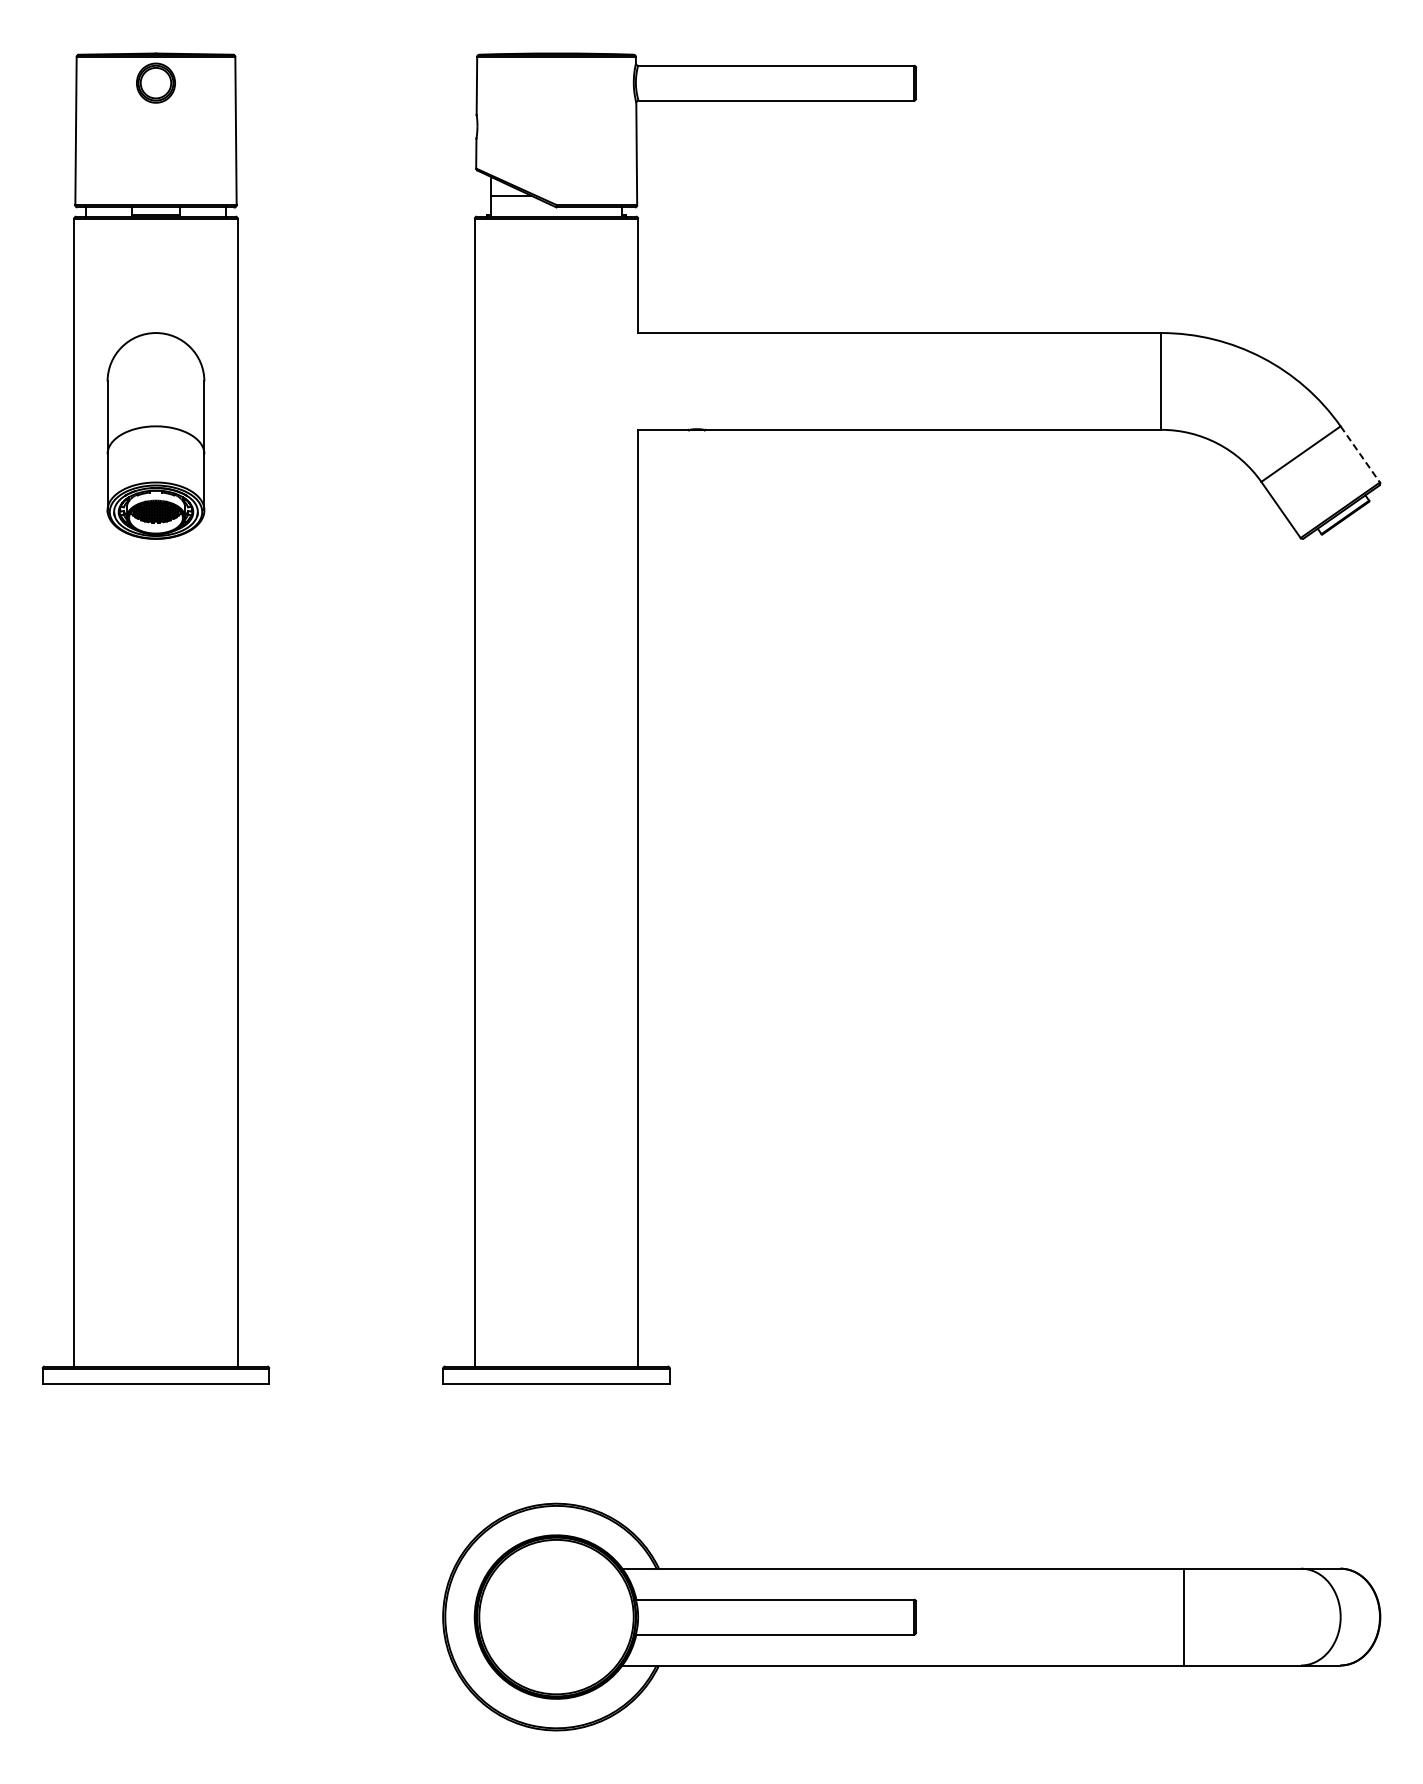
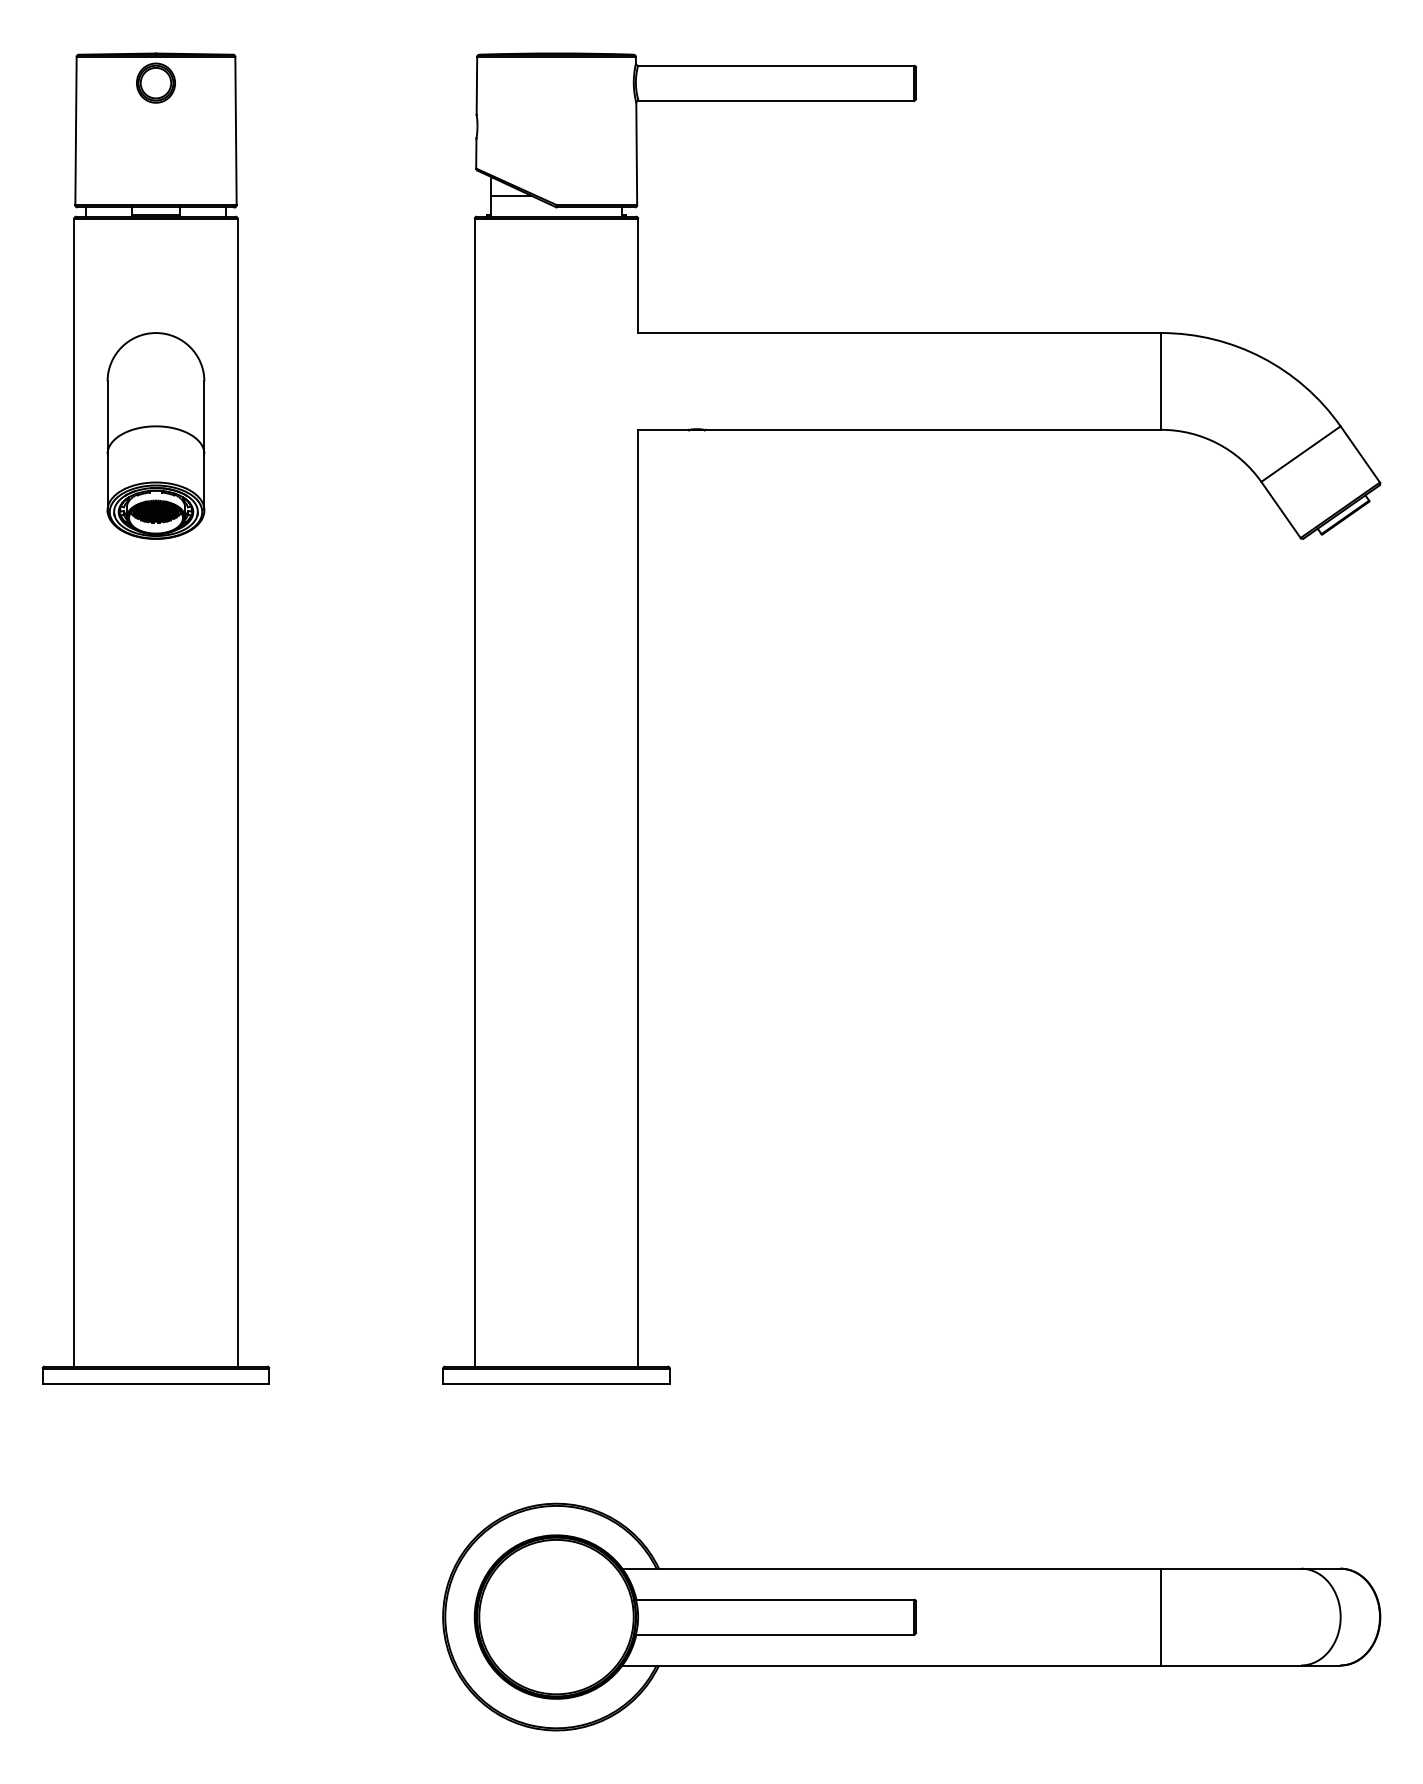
line at (1360, 454): dashed -> solid
line at (1184, 1616) position: (1184, 1616) -> (1161, 1616)
